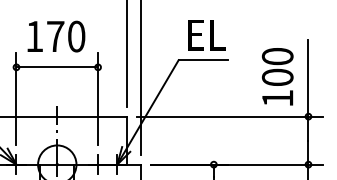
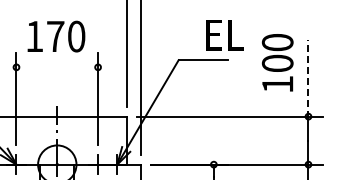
text at (206, 35) position: (206, 35) -> (224, 35)
line at (57, 67): present -> none
text at (277, 76) position: (277, 76) -> (277, 62)
line at (308, 78): solid -> dashed
